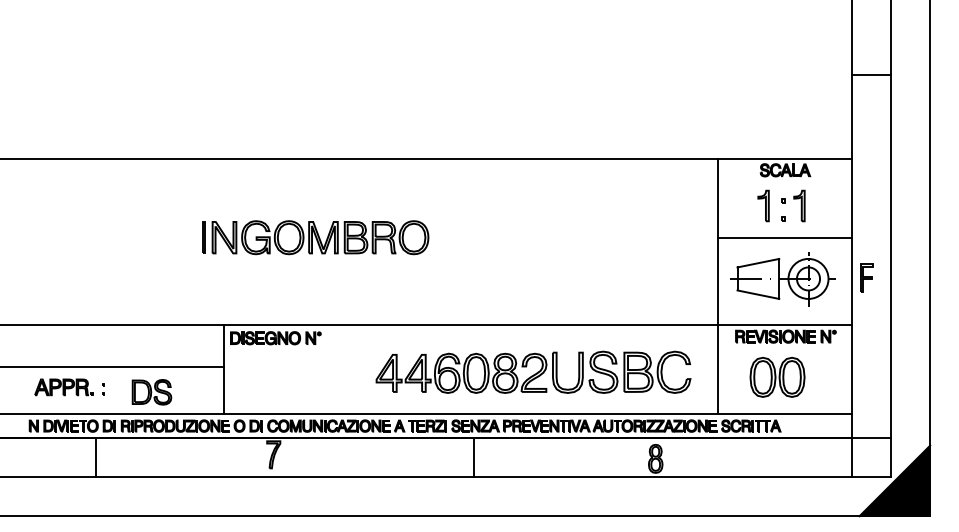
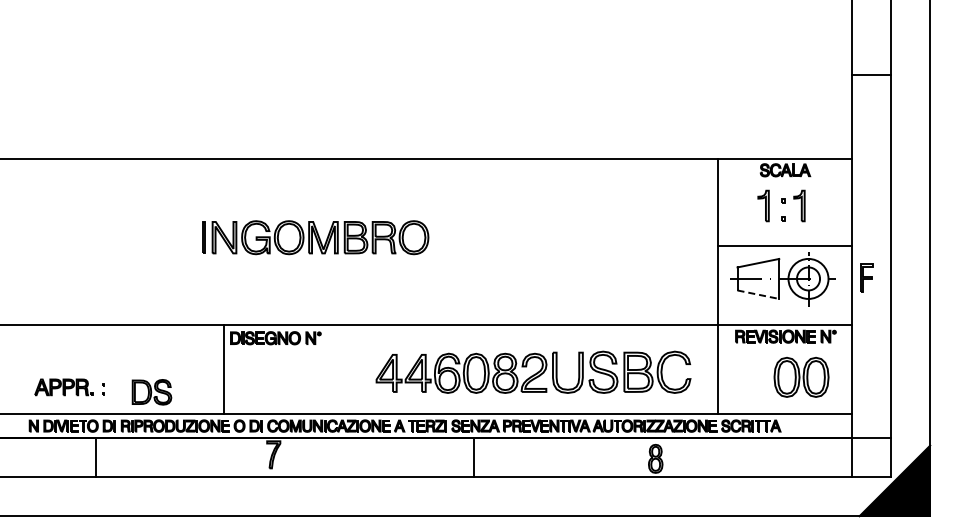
line at (784, 238) position: (784, 238) -> (784, 246)
line at (758, 294): solid -> dashed
line at (112, 367): present -> none
part at (777, 376) position: (777, 376) -> (801, 376)
